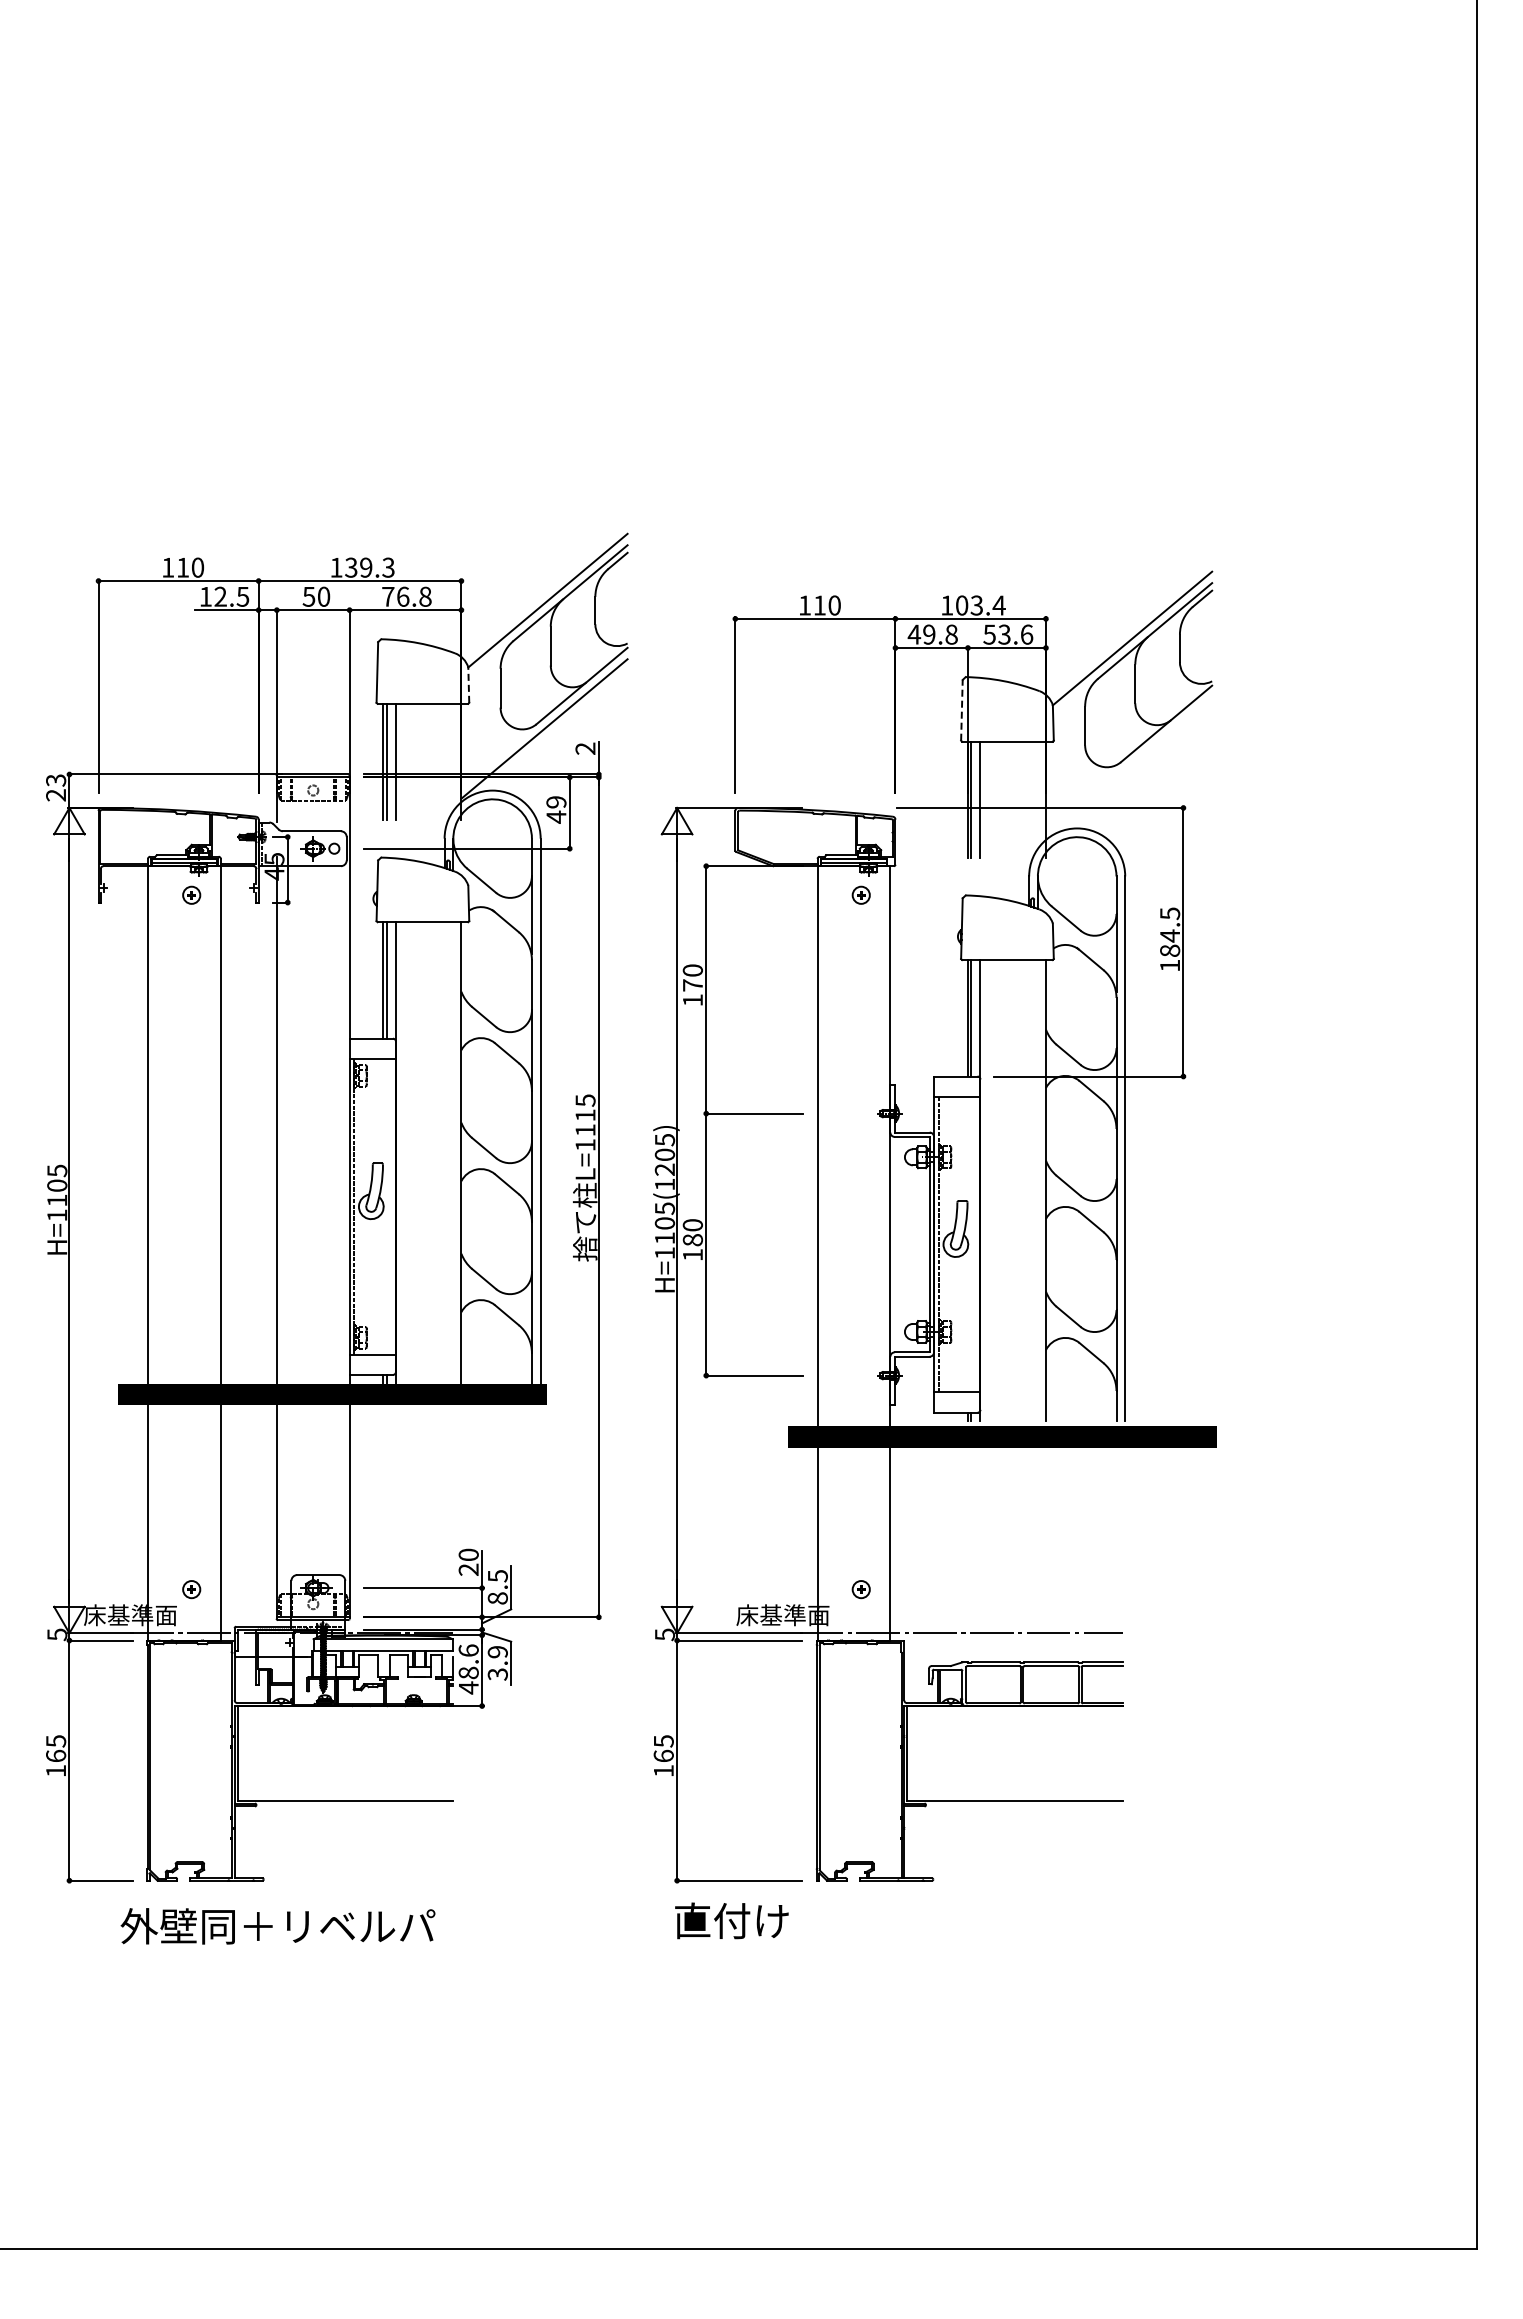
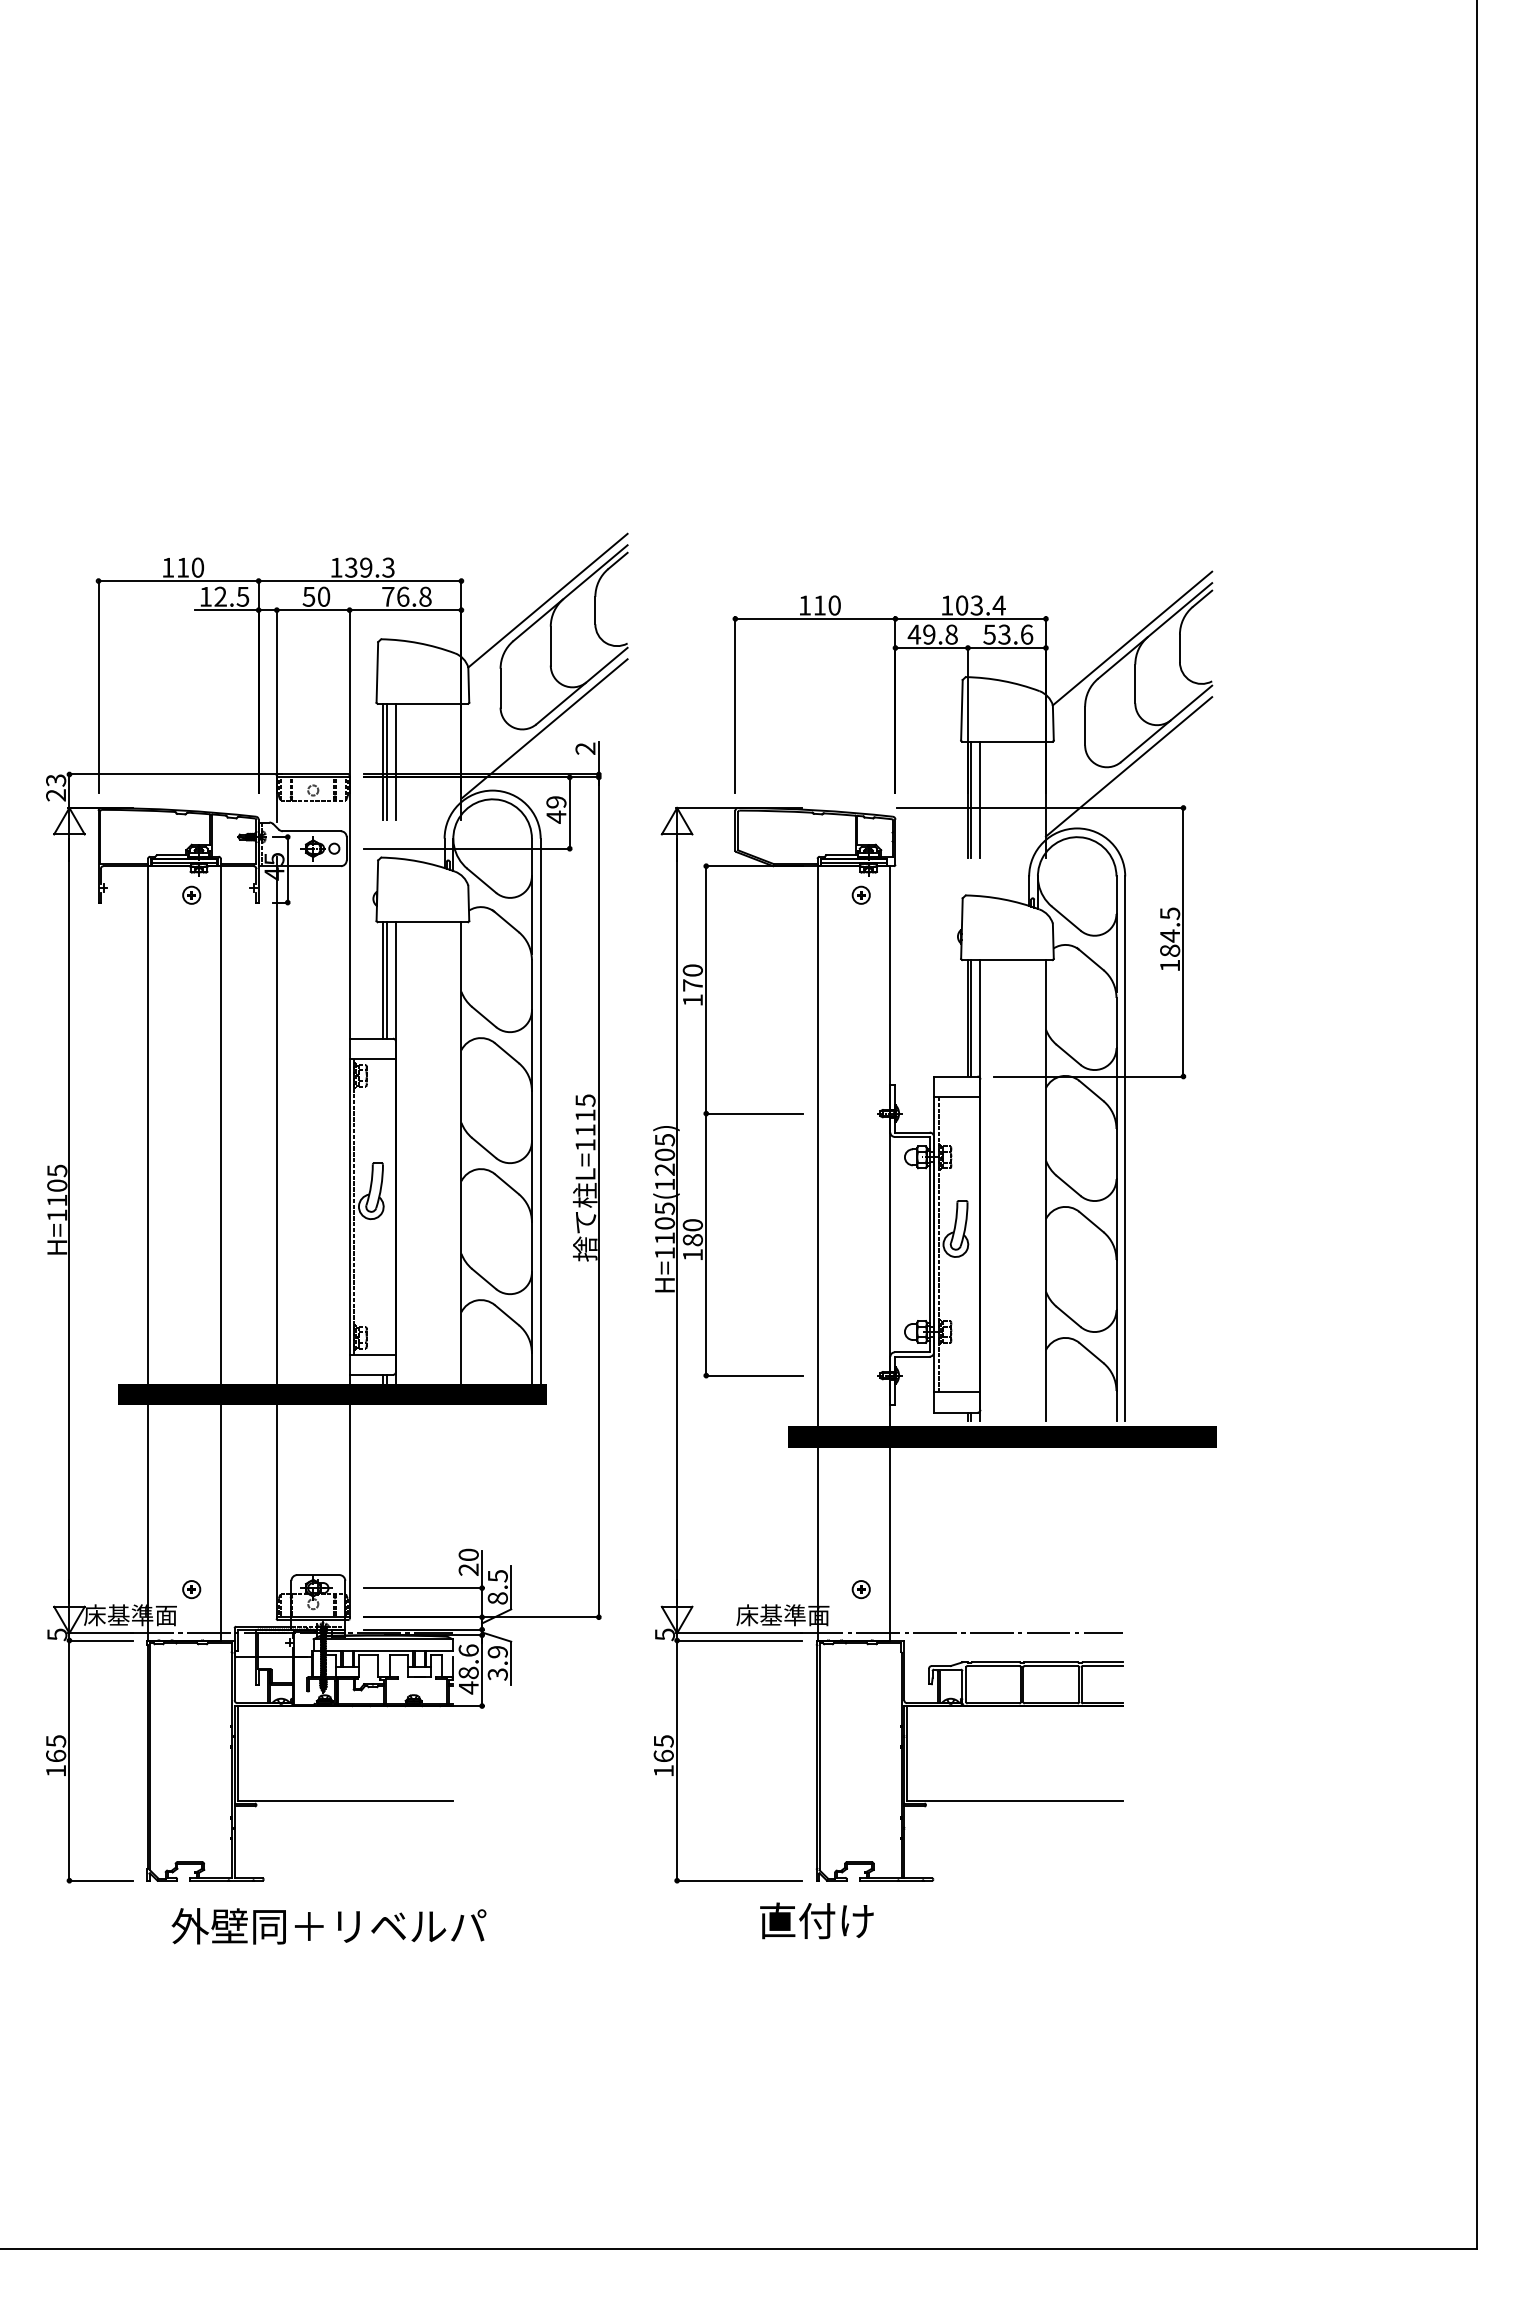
line at (468, 685): dashed -> solid
line at (961, 709): dashed -> solid
line at (1128, 766): none -> present
text at (731, 1920) position: (731, 1920) -> (816, 1920)
text at (277, 1926) position: (277, 1926) -> (328, 1926)
